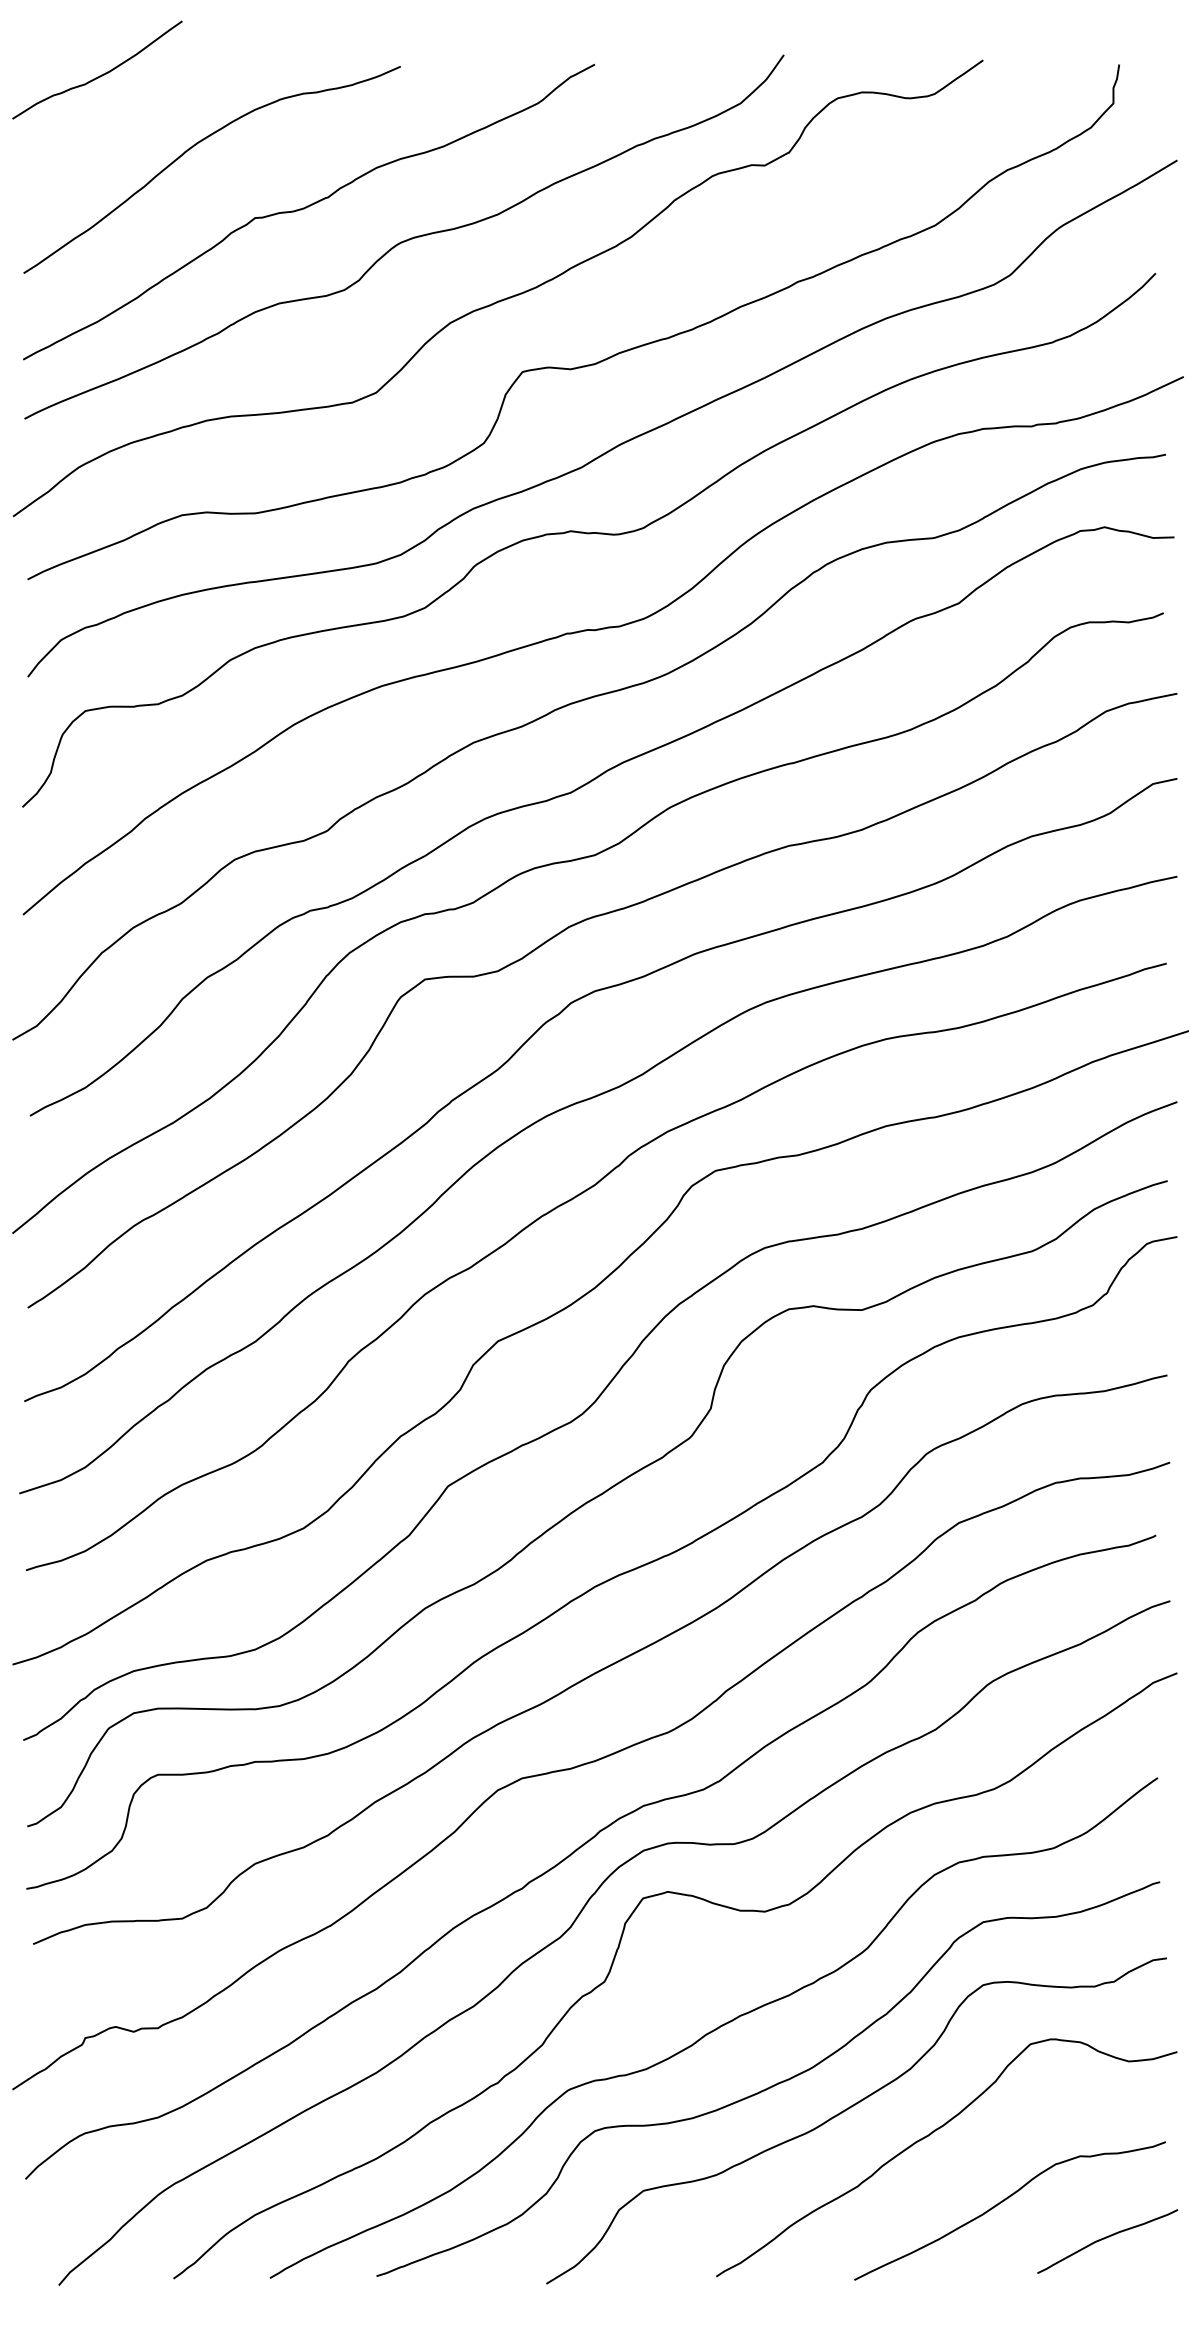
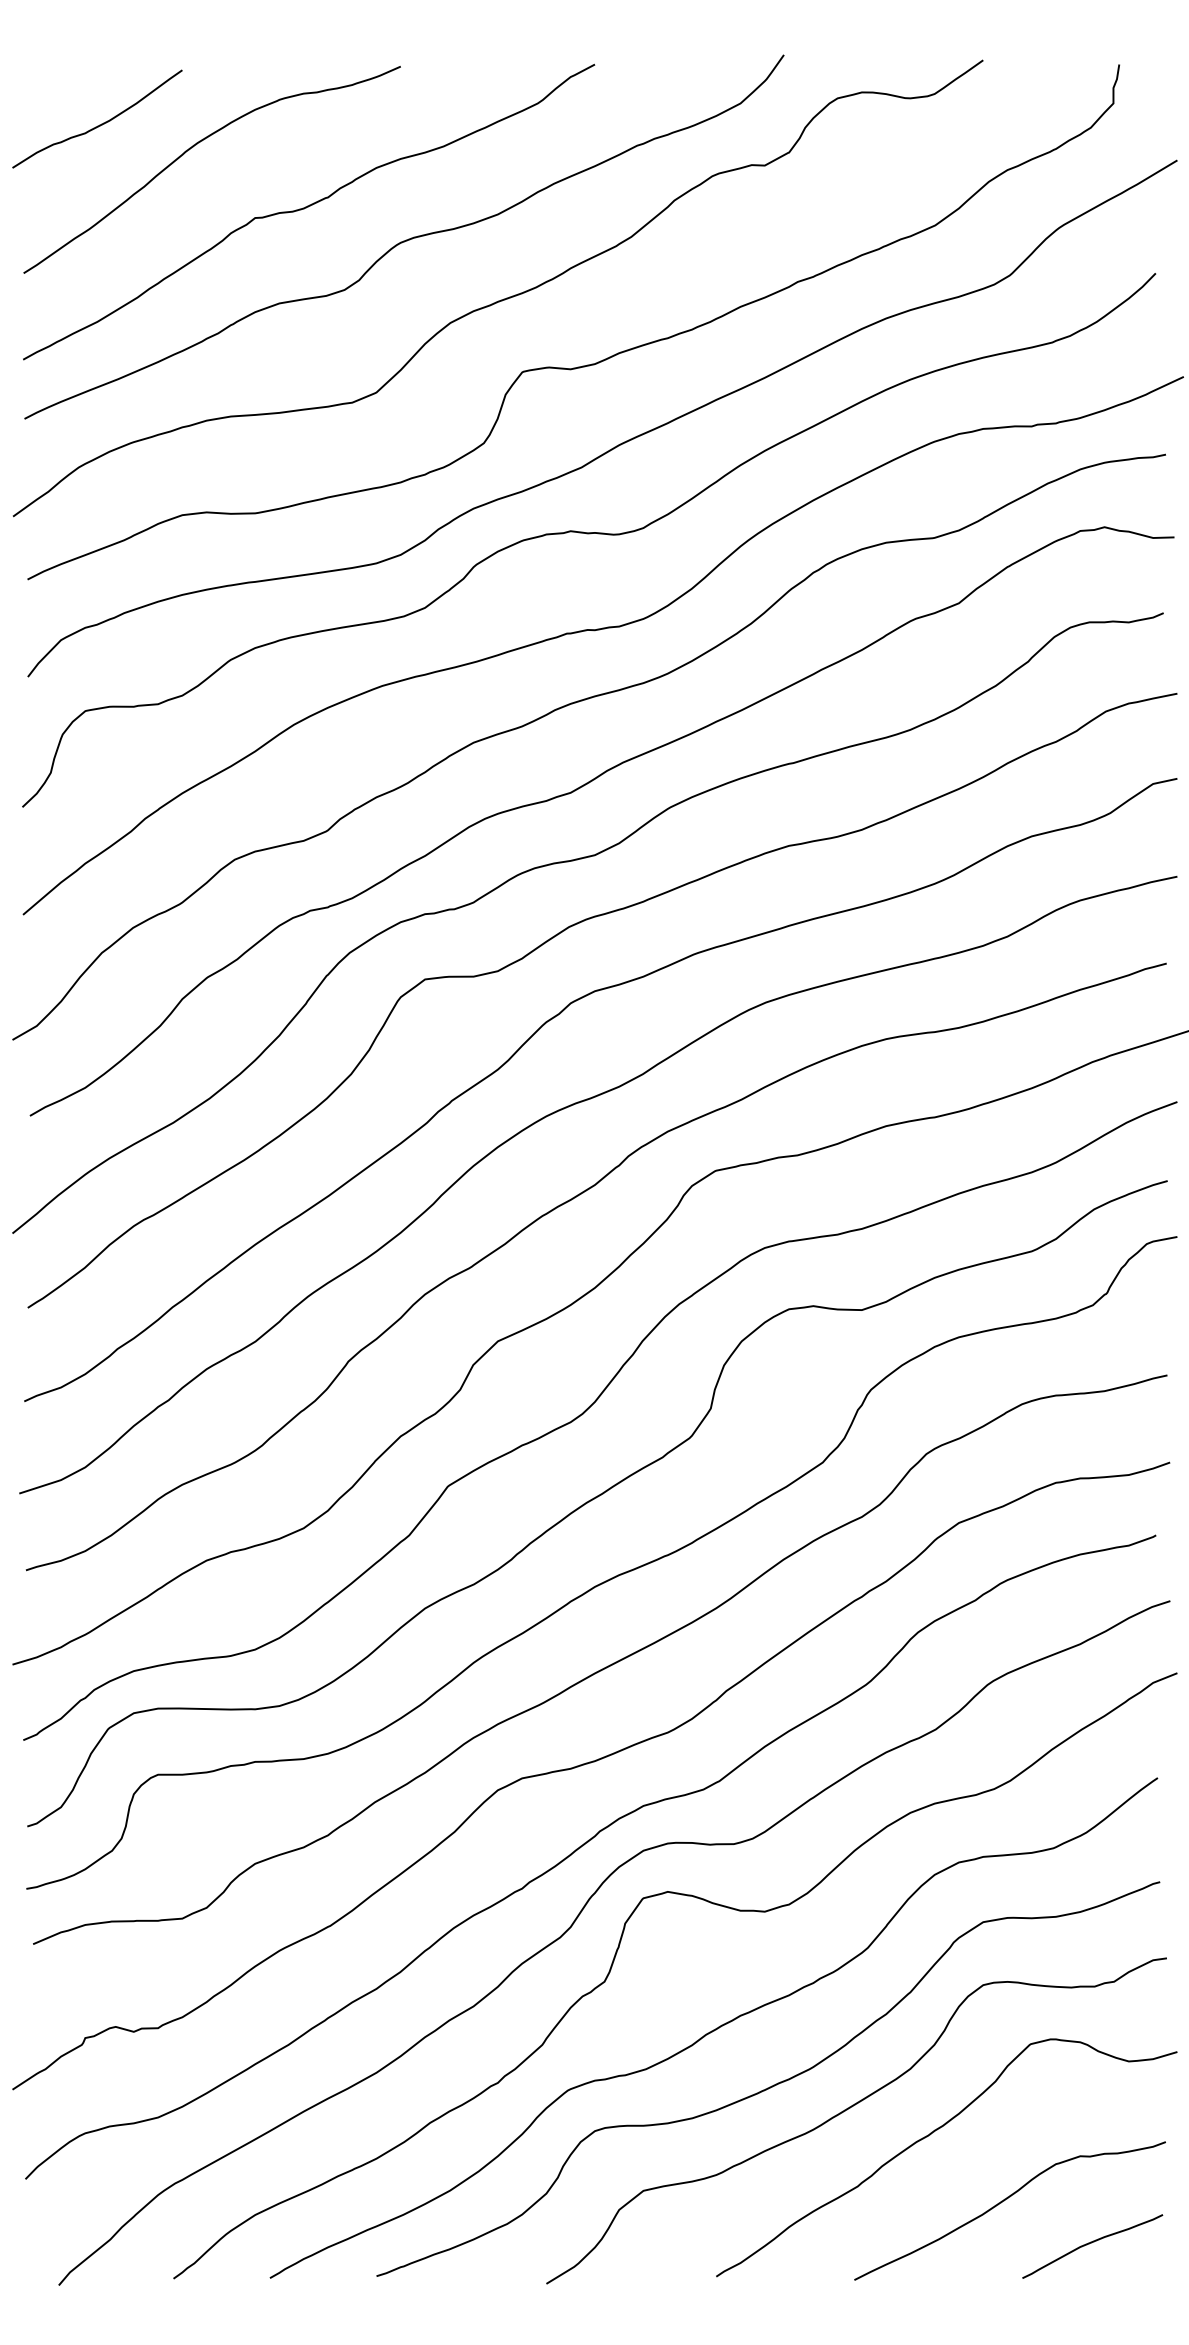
curve at (99, 75) position: (99, 75) -> (99, 124)
curve at (1106, 2238) position: (1106, 2238) -> (1091, 2243)
